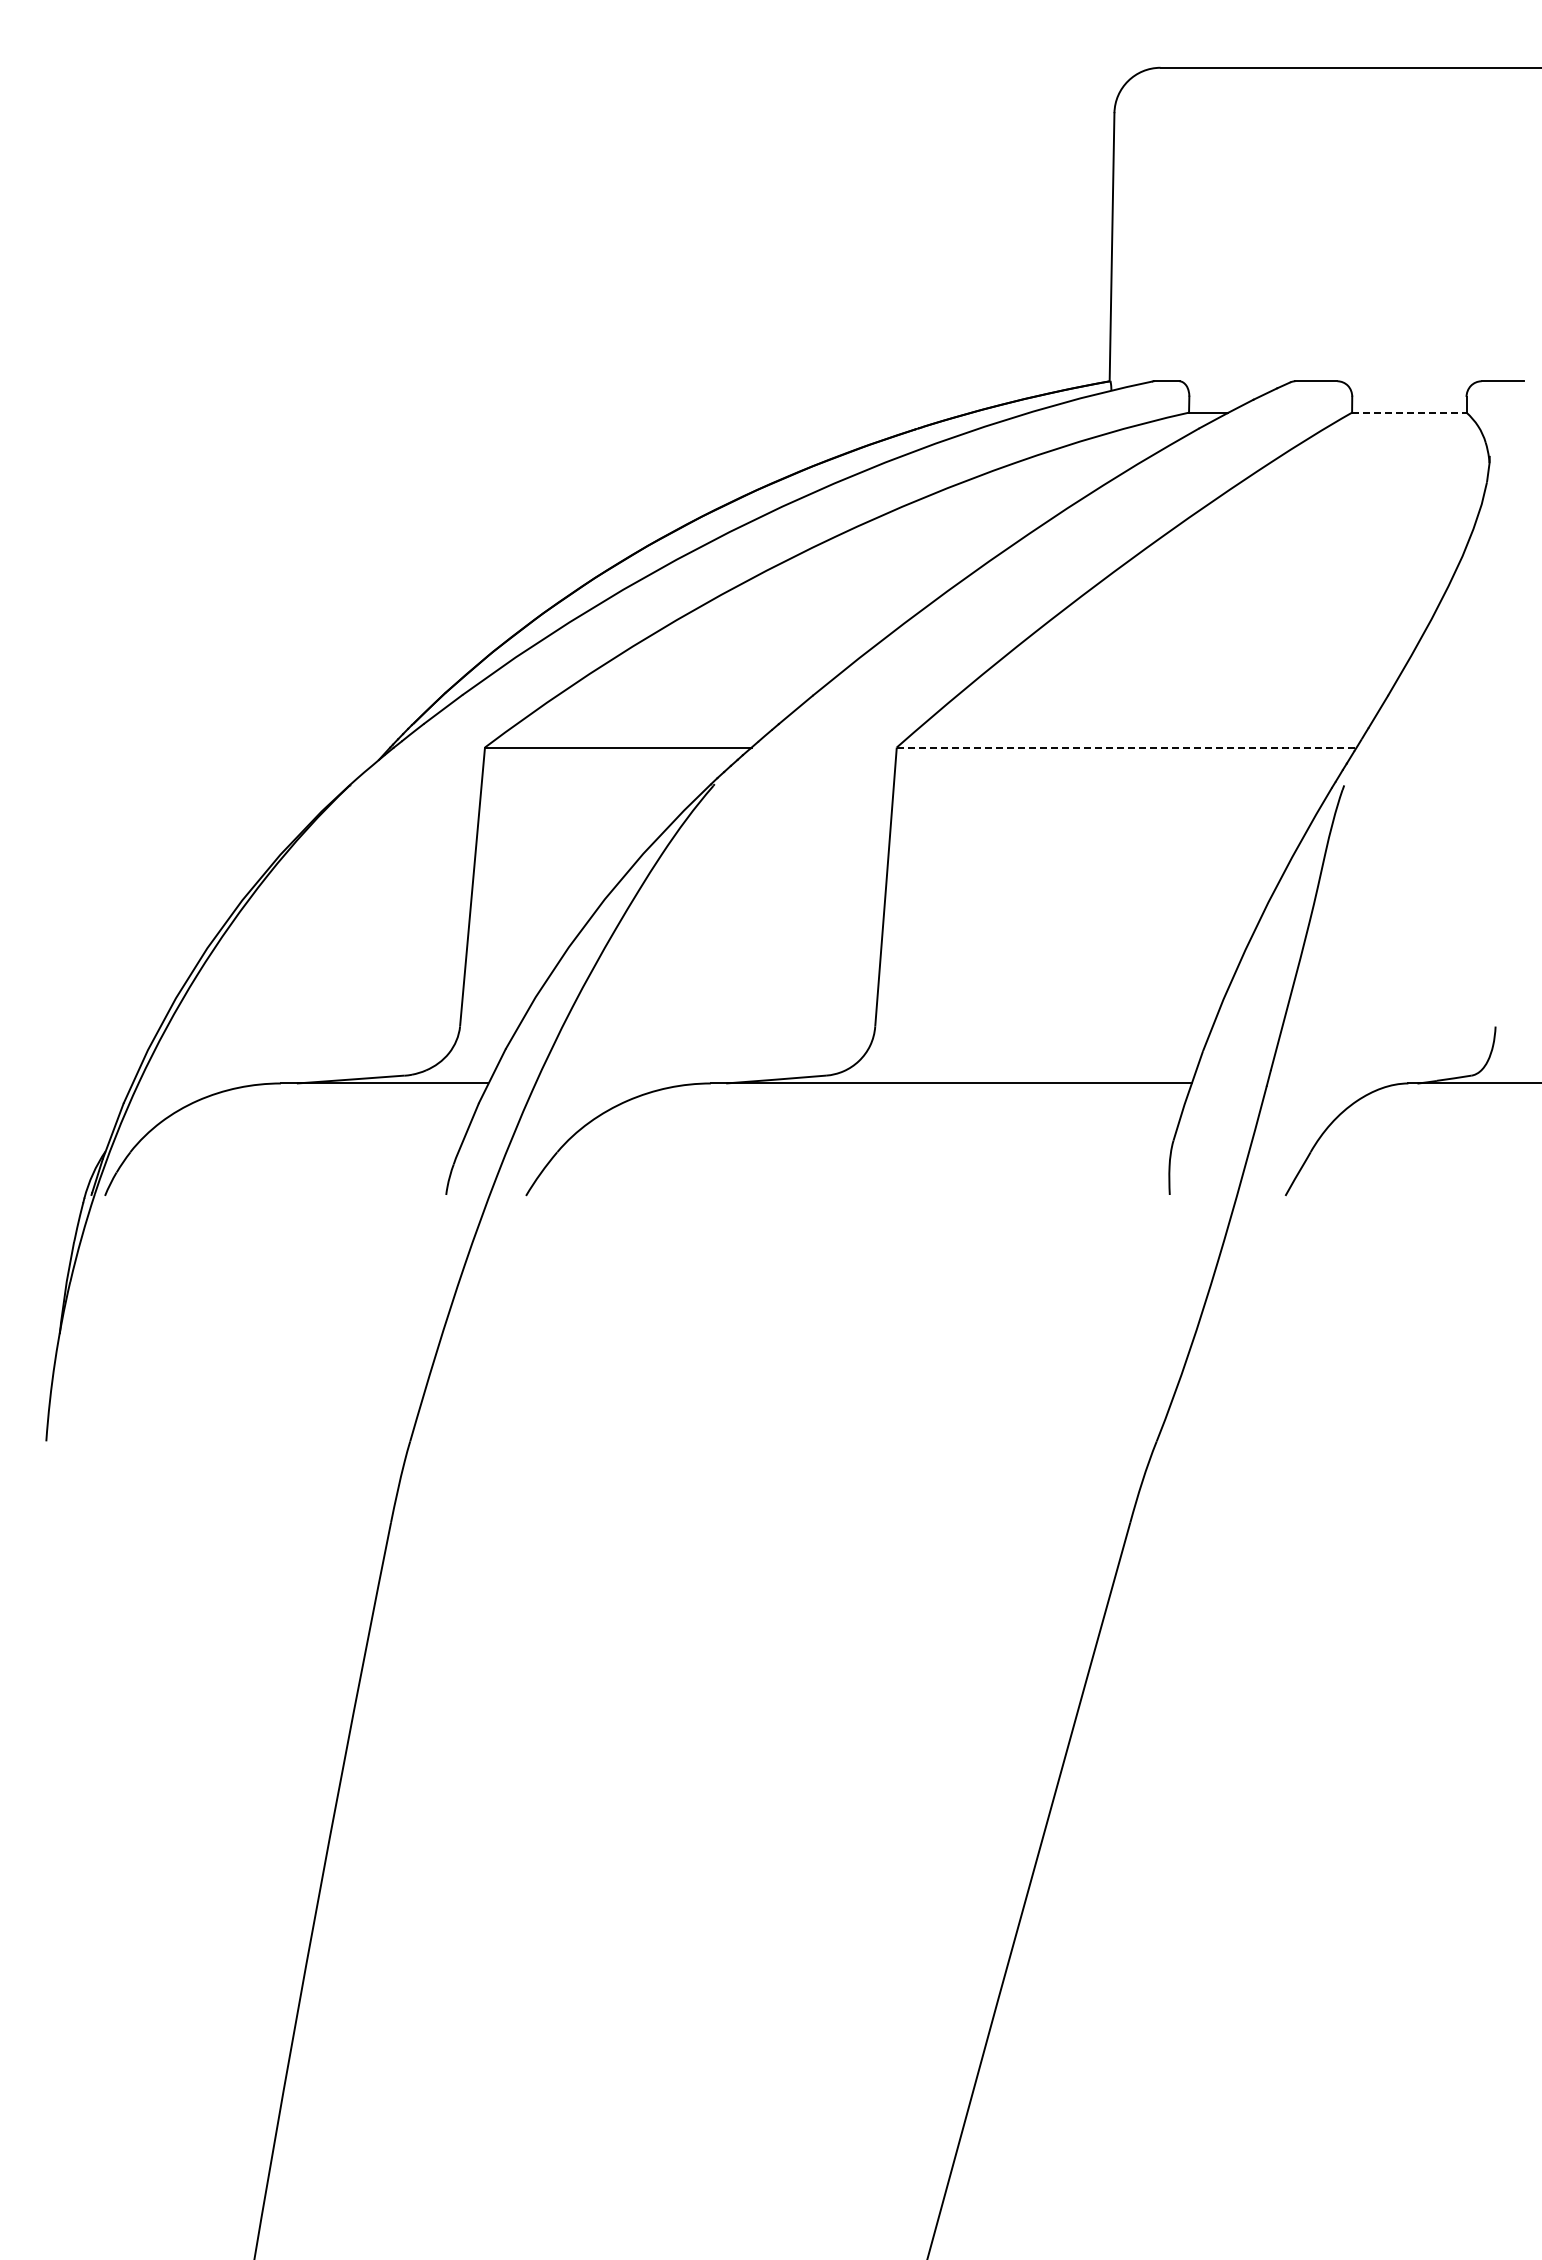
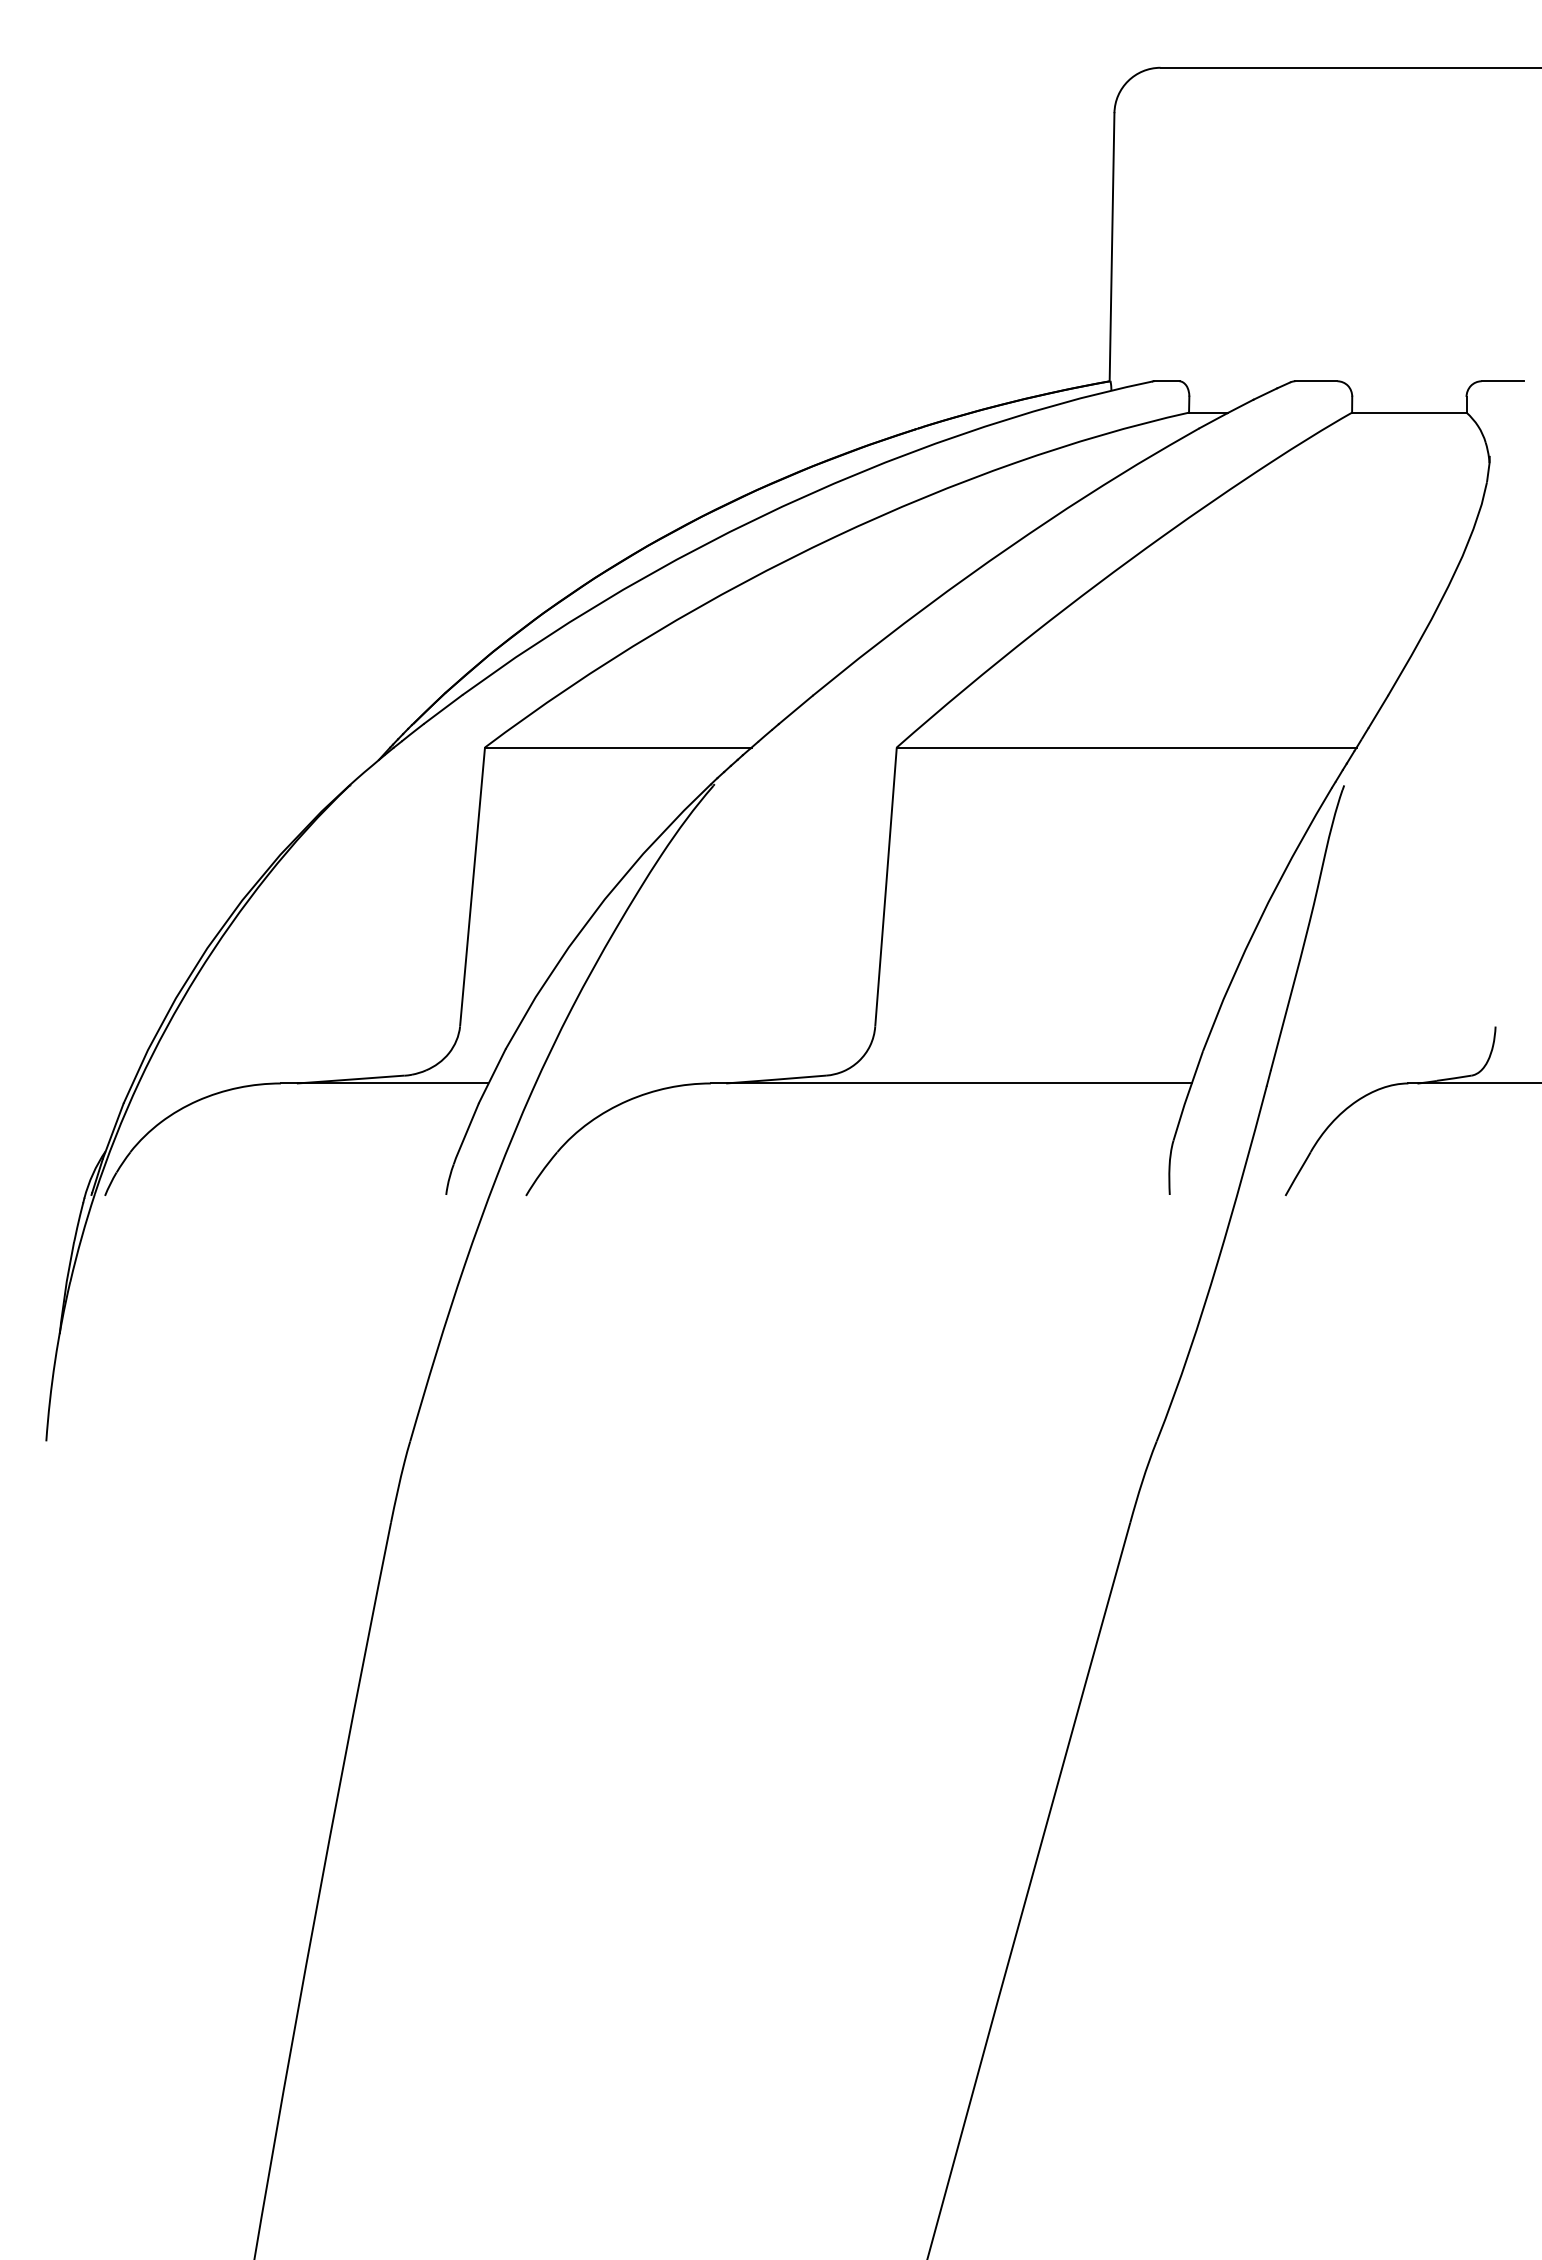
line at (1409, 412): dashed -> solid
line at (1126, 747): dashed -> solid
